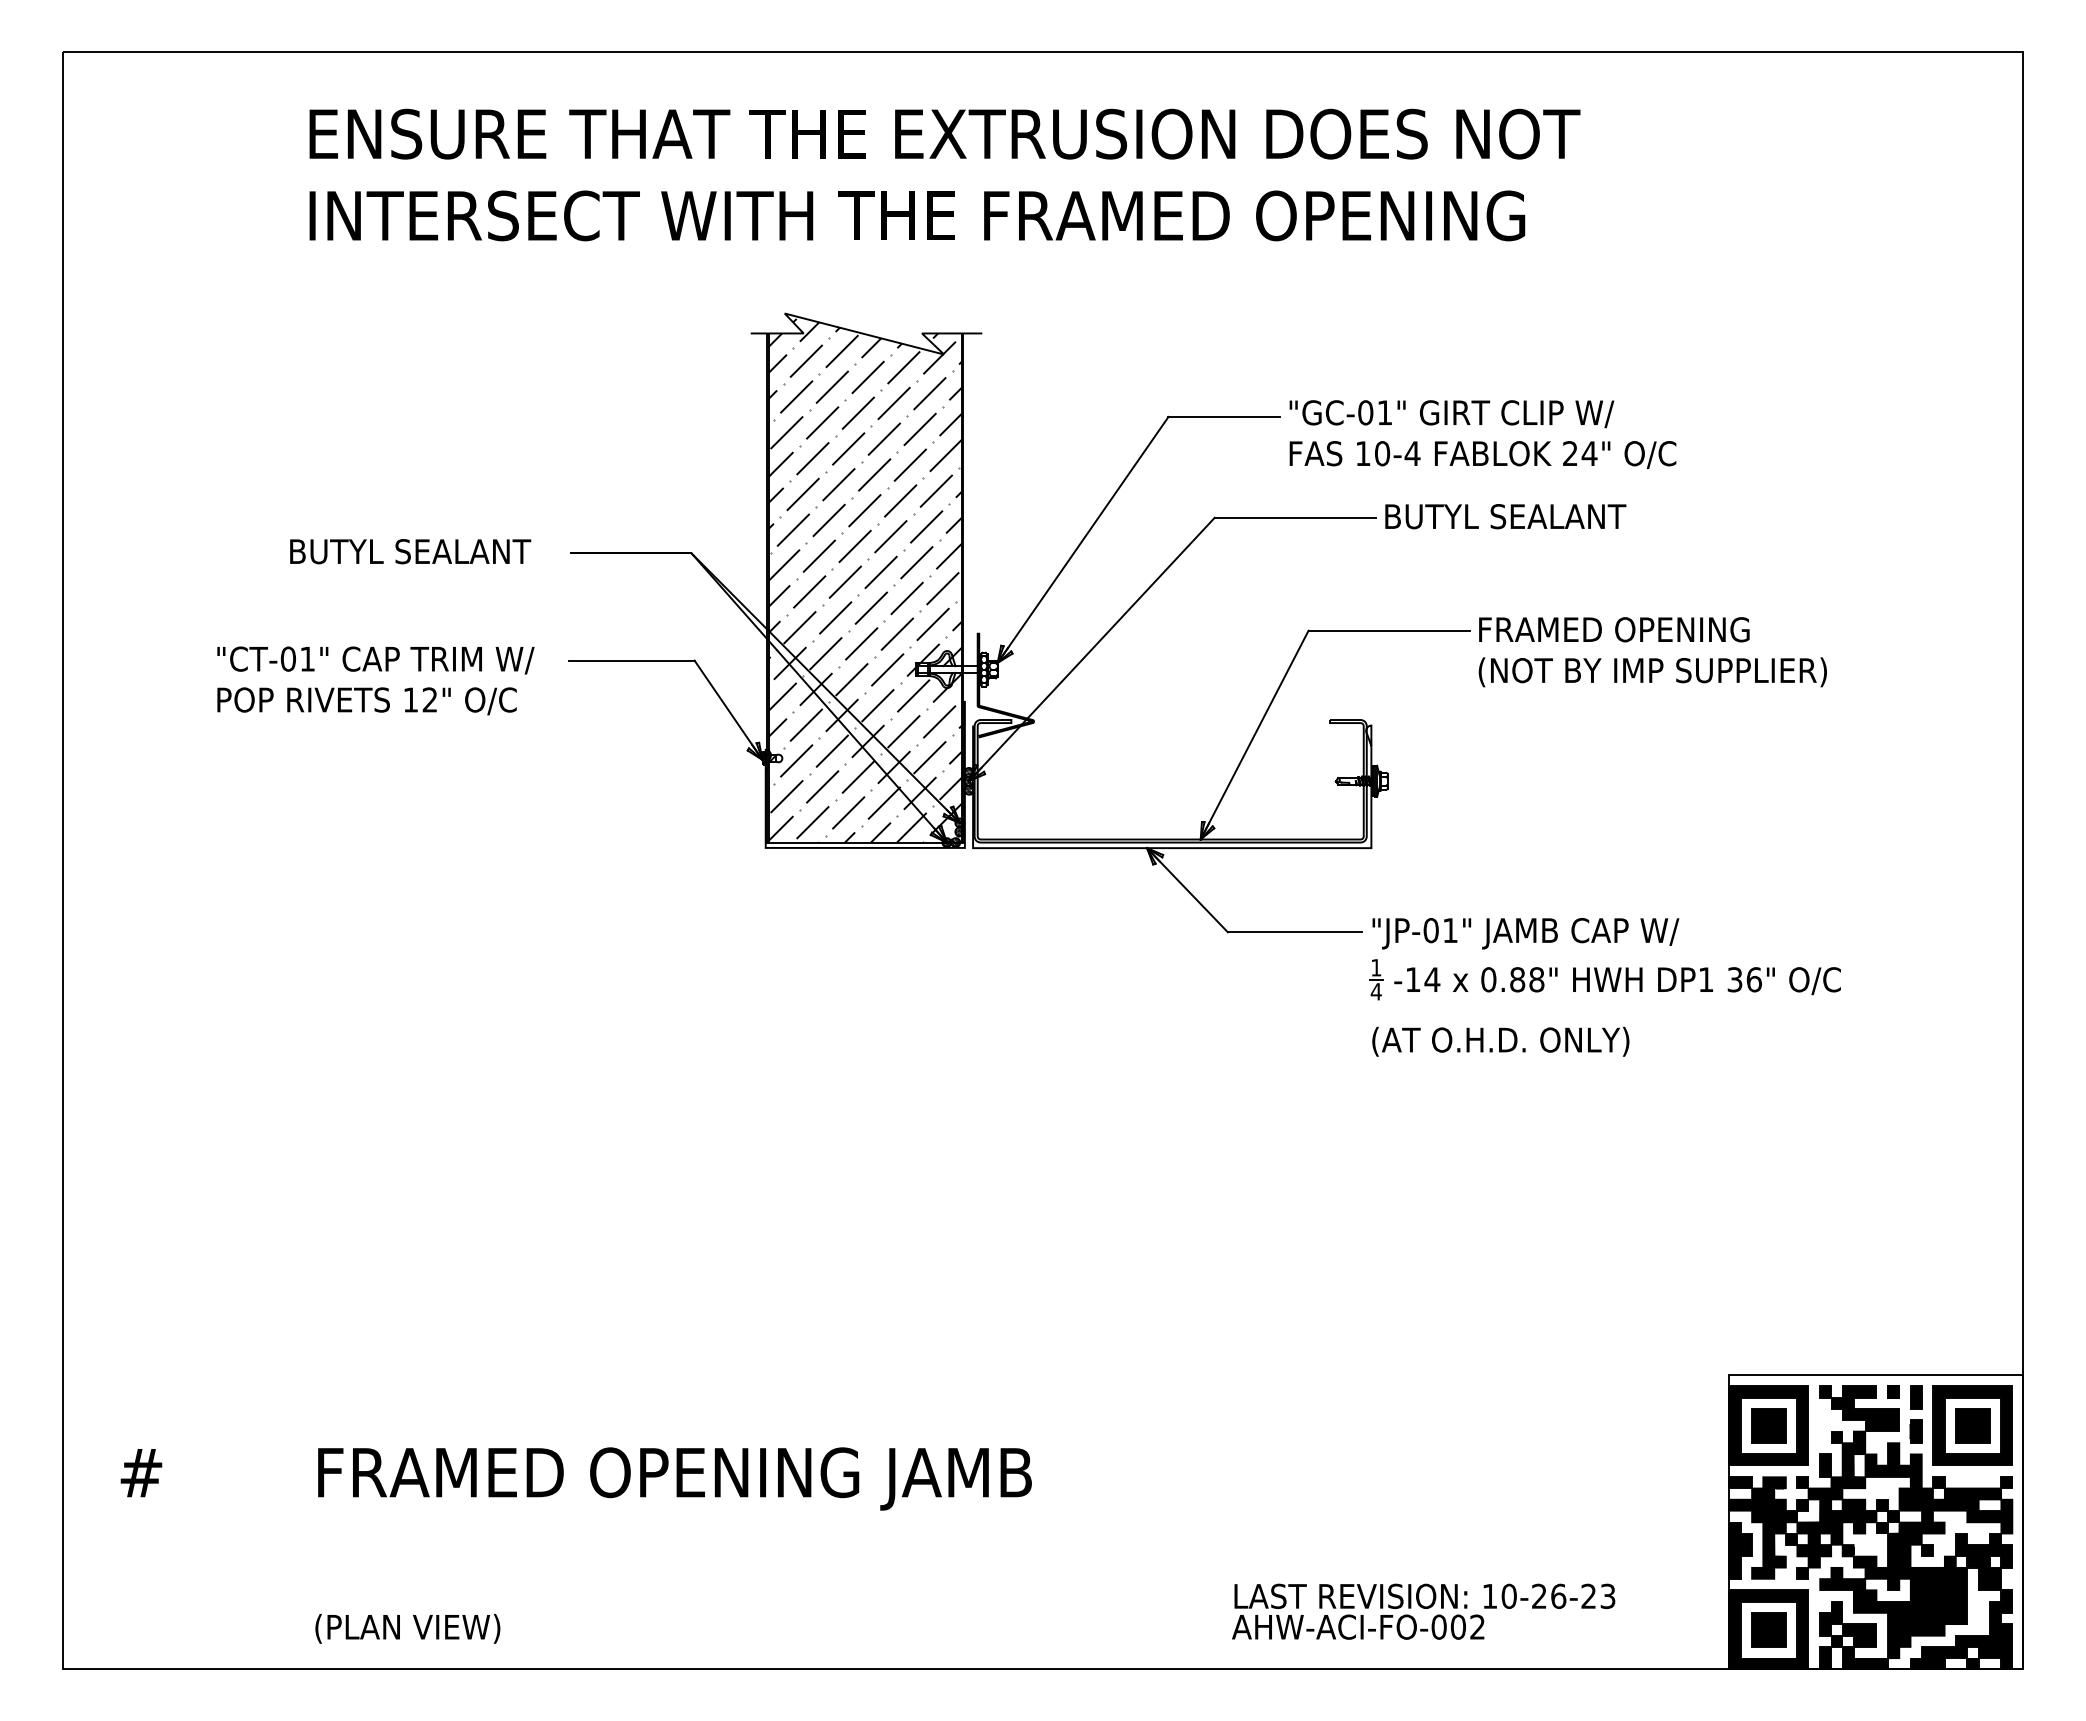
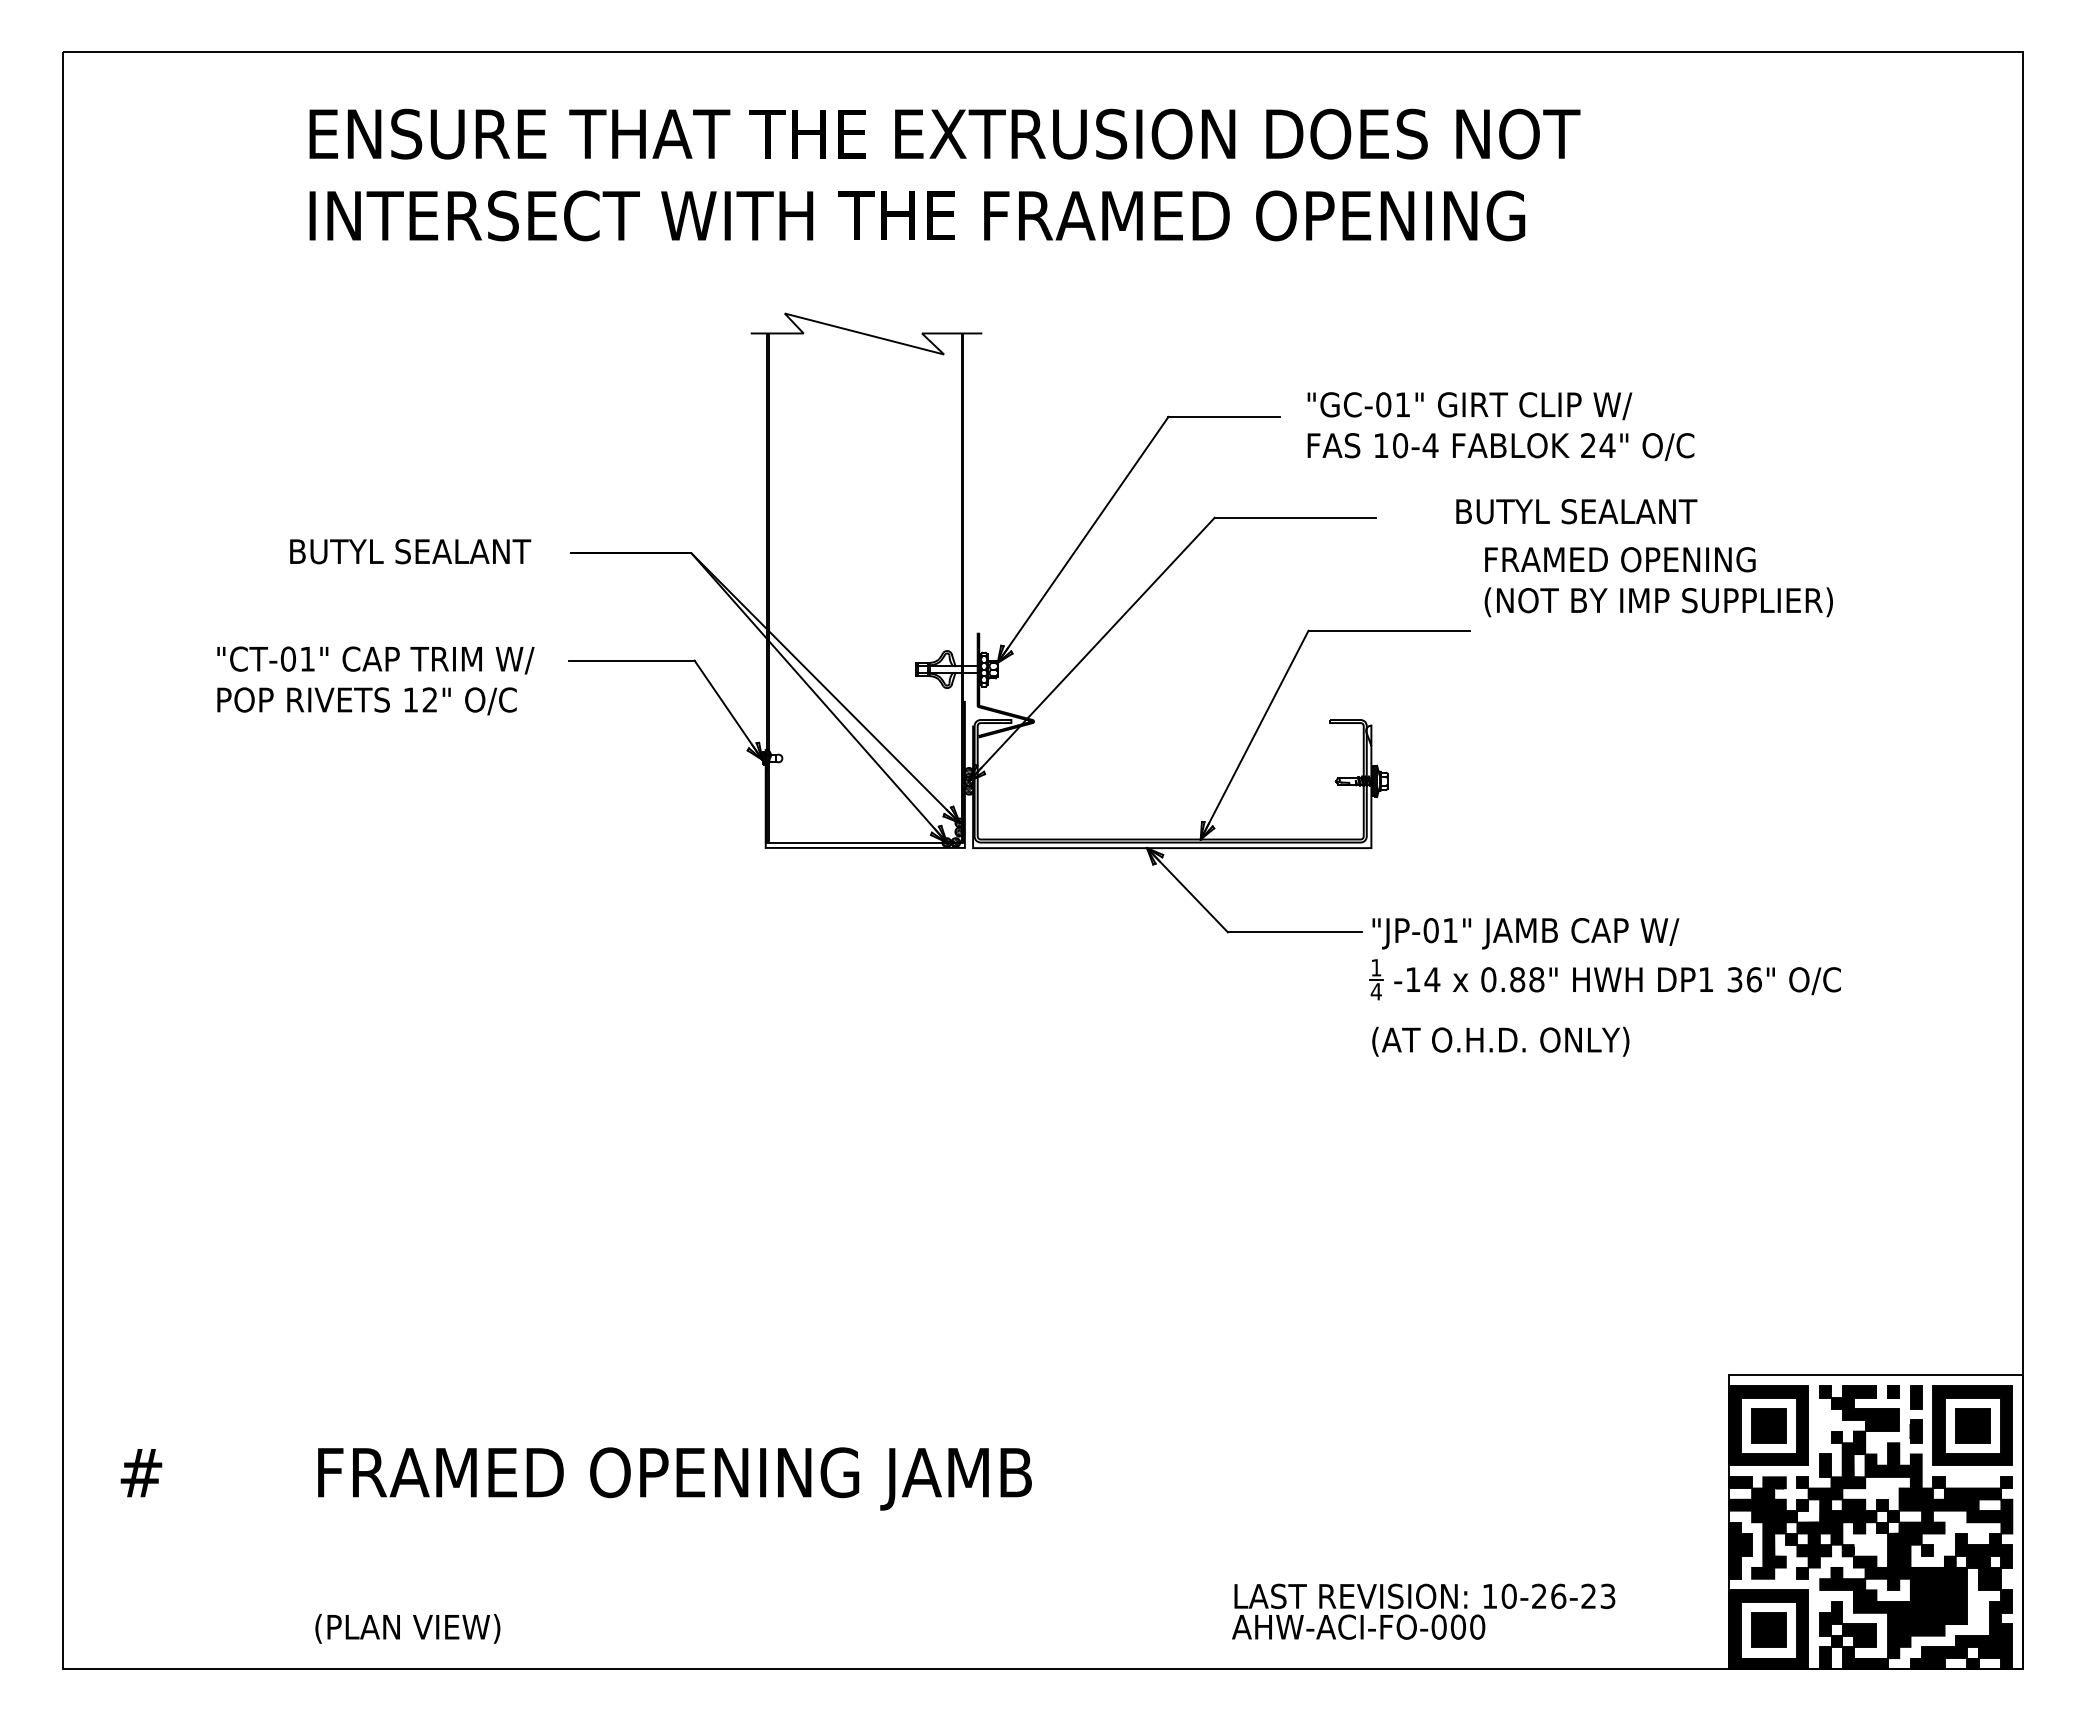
text at (1482, 434) position: (1482, 434) -> (1500, 426)
text at (1505, 516) position: (1505, 516) -> (1576, 511)
hatch at (864, 580): present -> none
text at (1652, 652) position: (1652, 652) -> (1658, 582)
text at (1477, 1626): AHW-ACI-FO-002 -> AHW-ACI-FO-000
